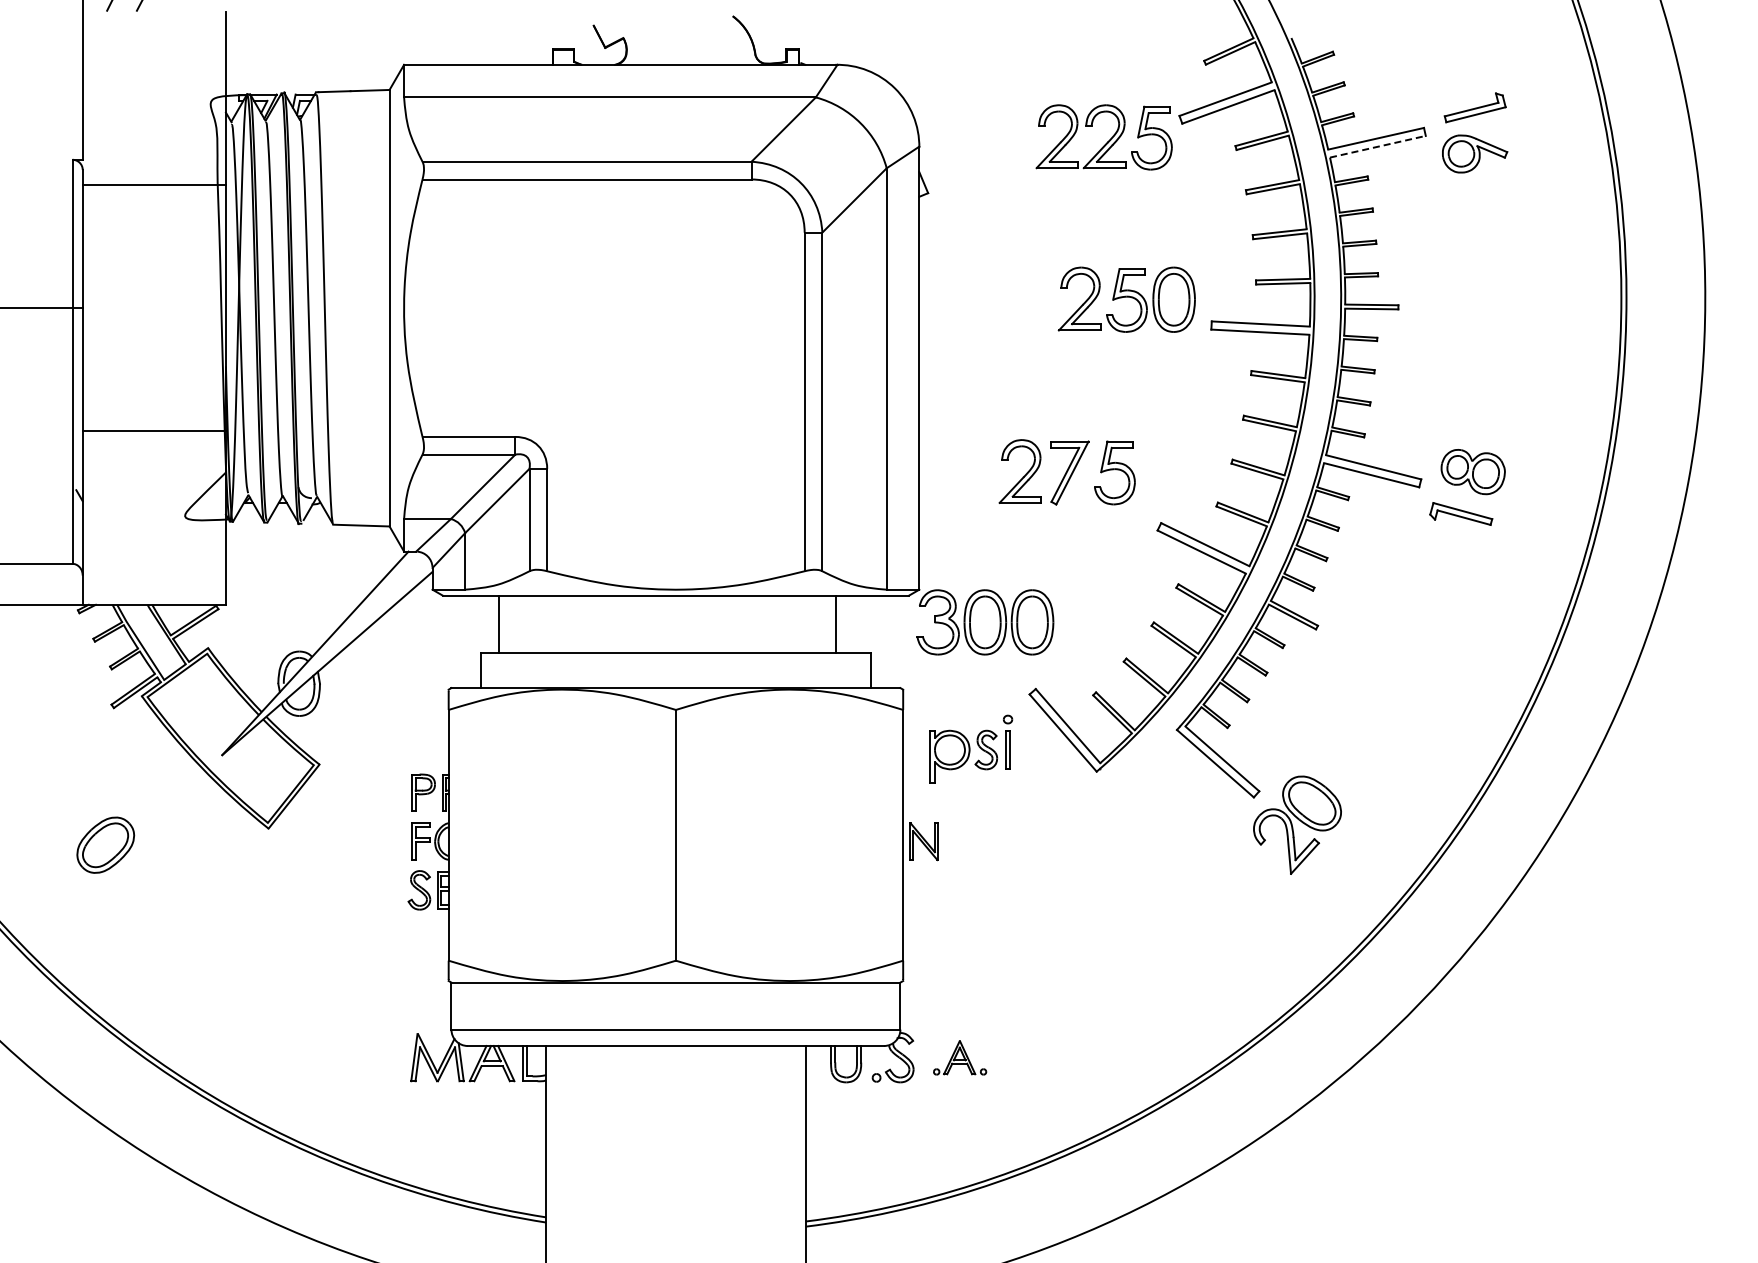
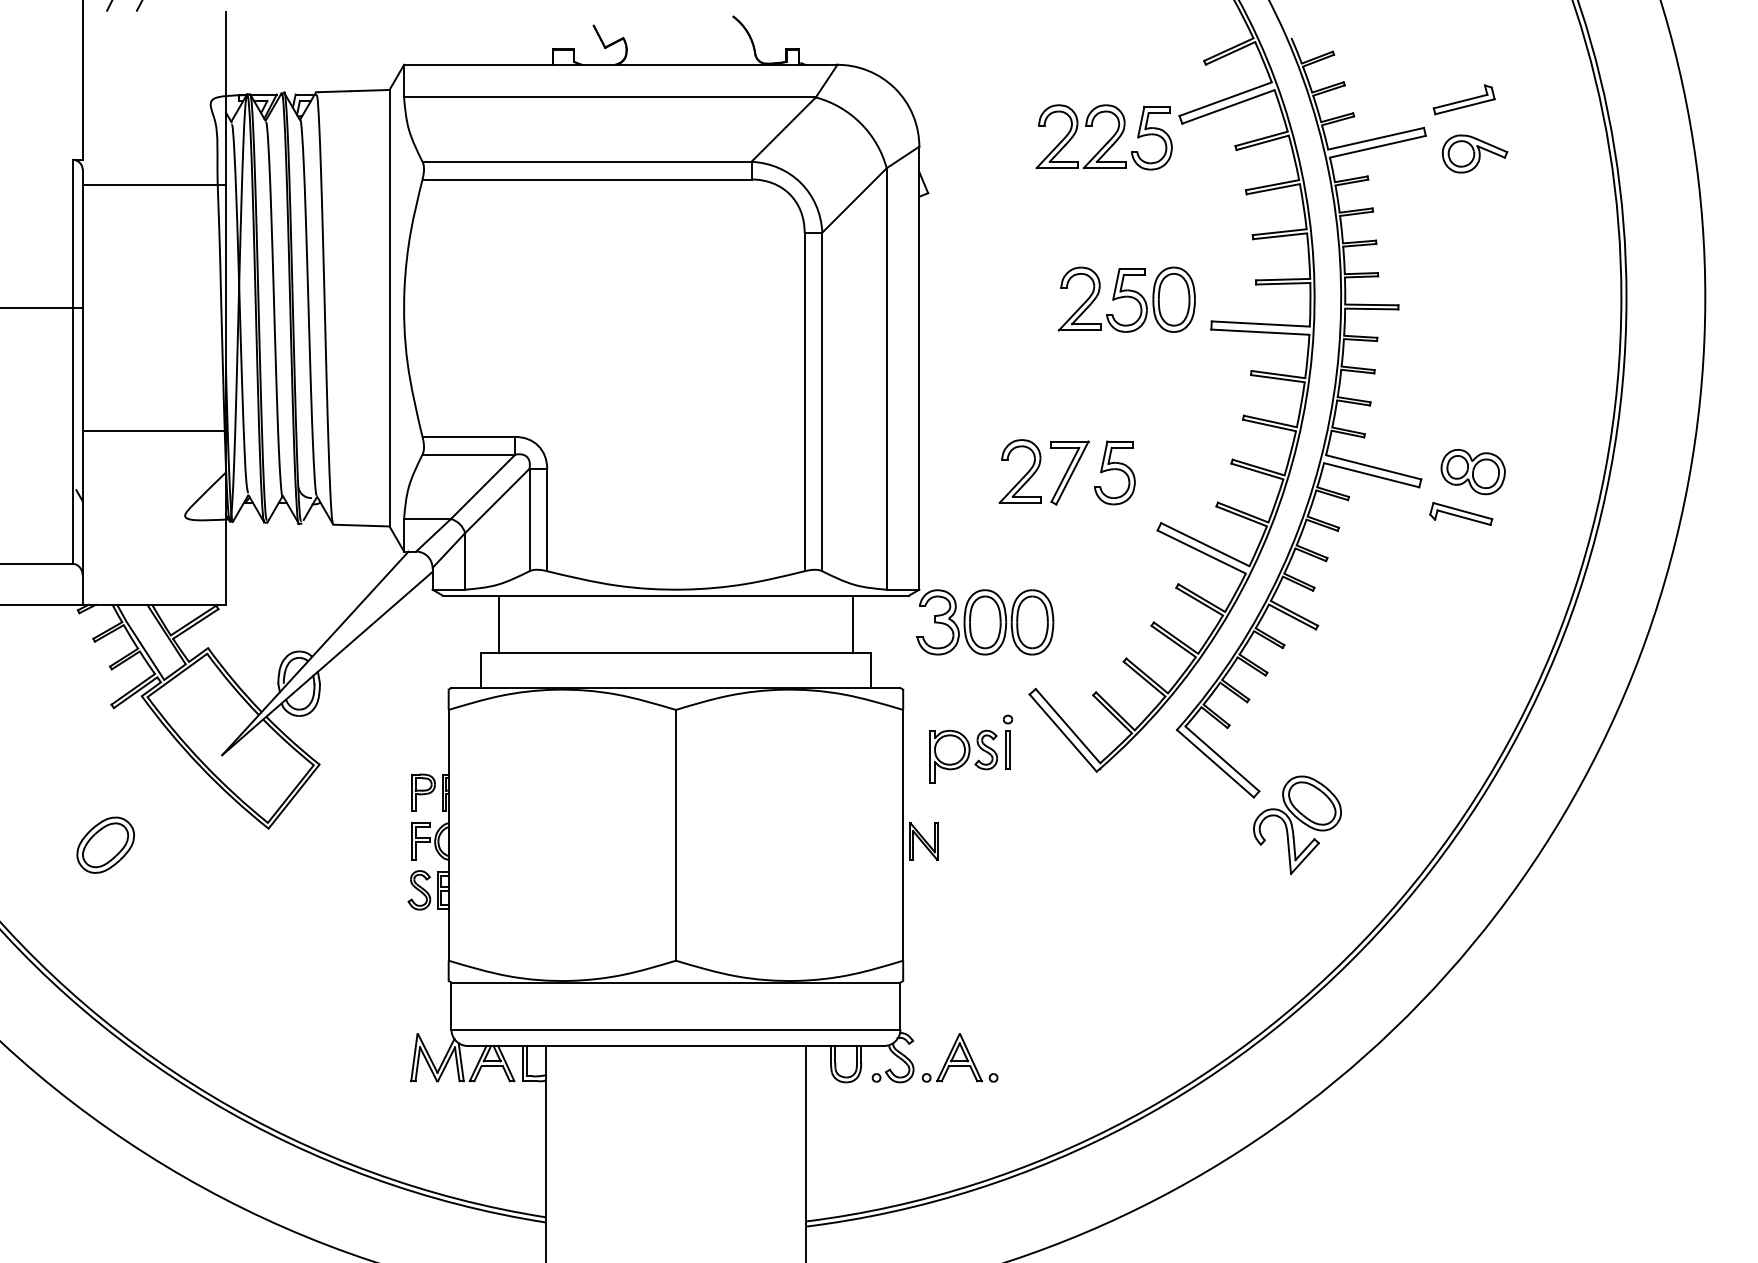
part at (1474, 107) position: (1474, 107) -> (1463, 99)
line at (1378, 146): dashed -> solid
line at (836, 623) position: (836, 623) -> (853, 623)
part at (960, 1057) size: 55x36 px -> 78x50 px
